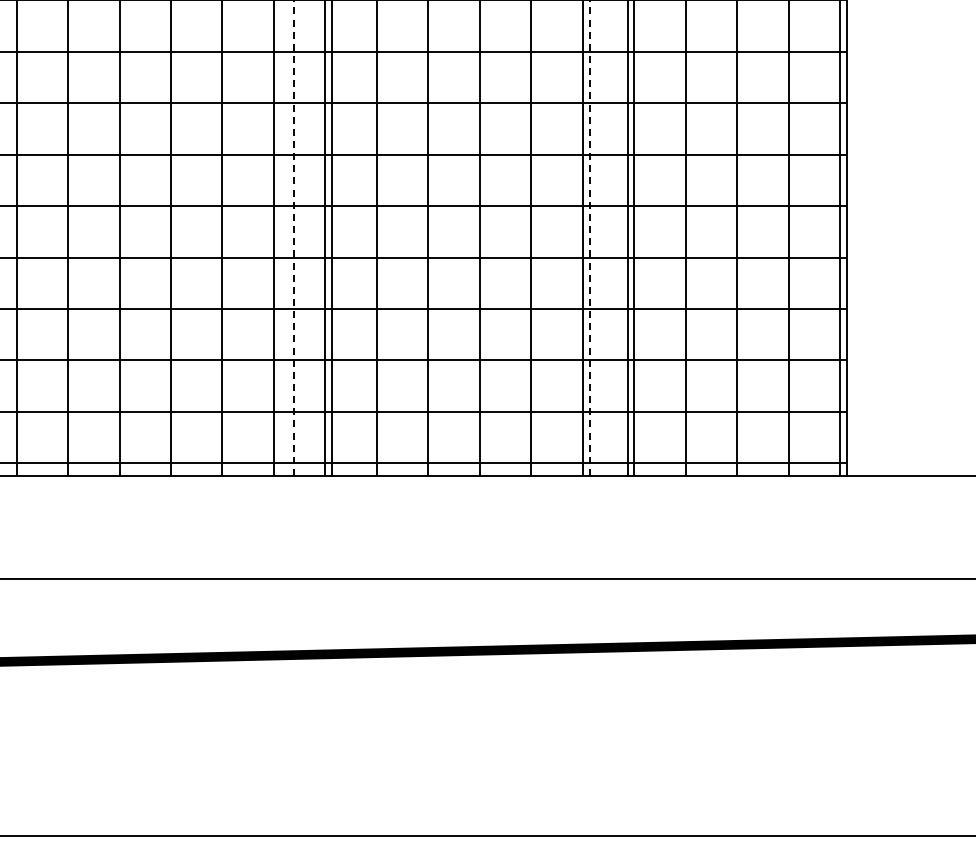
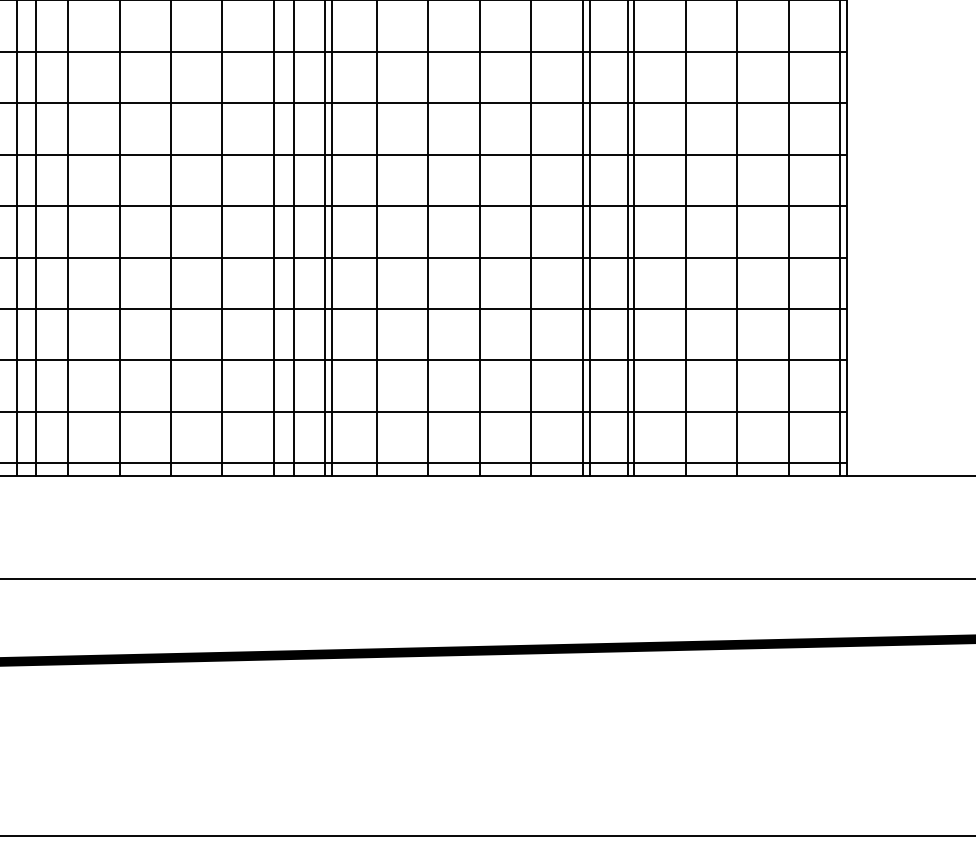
line at (293, 238): dashed -> solid
line at (589, 238): dashed -> solid
line at (36, 239): none -> present
